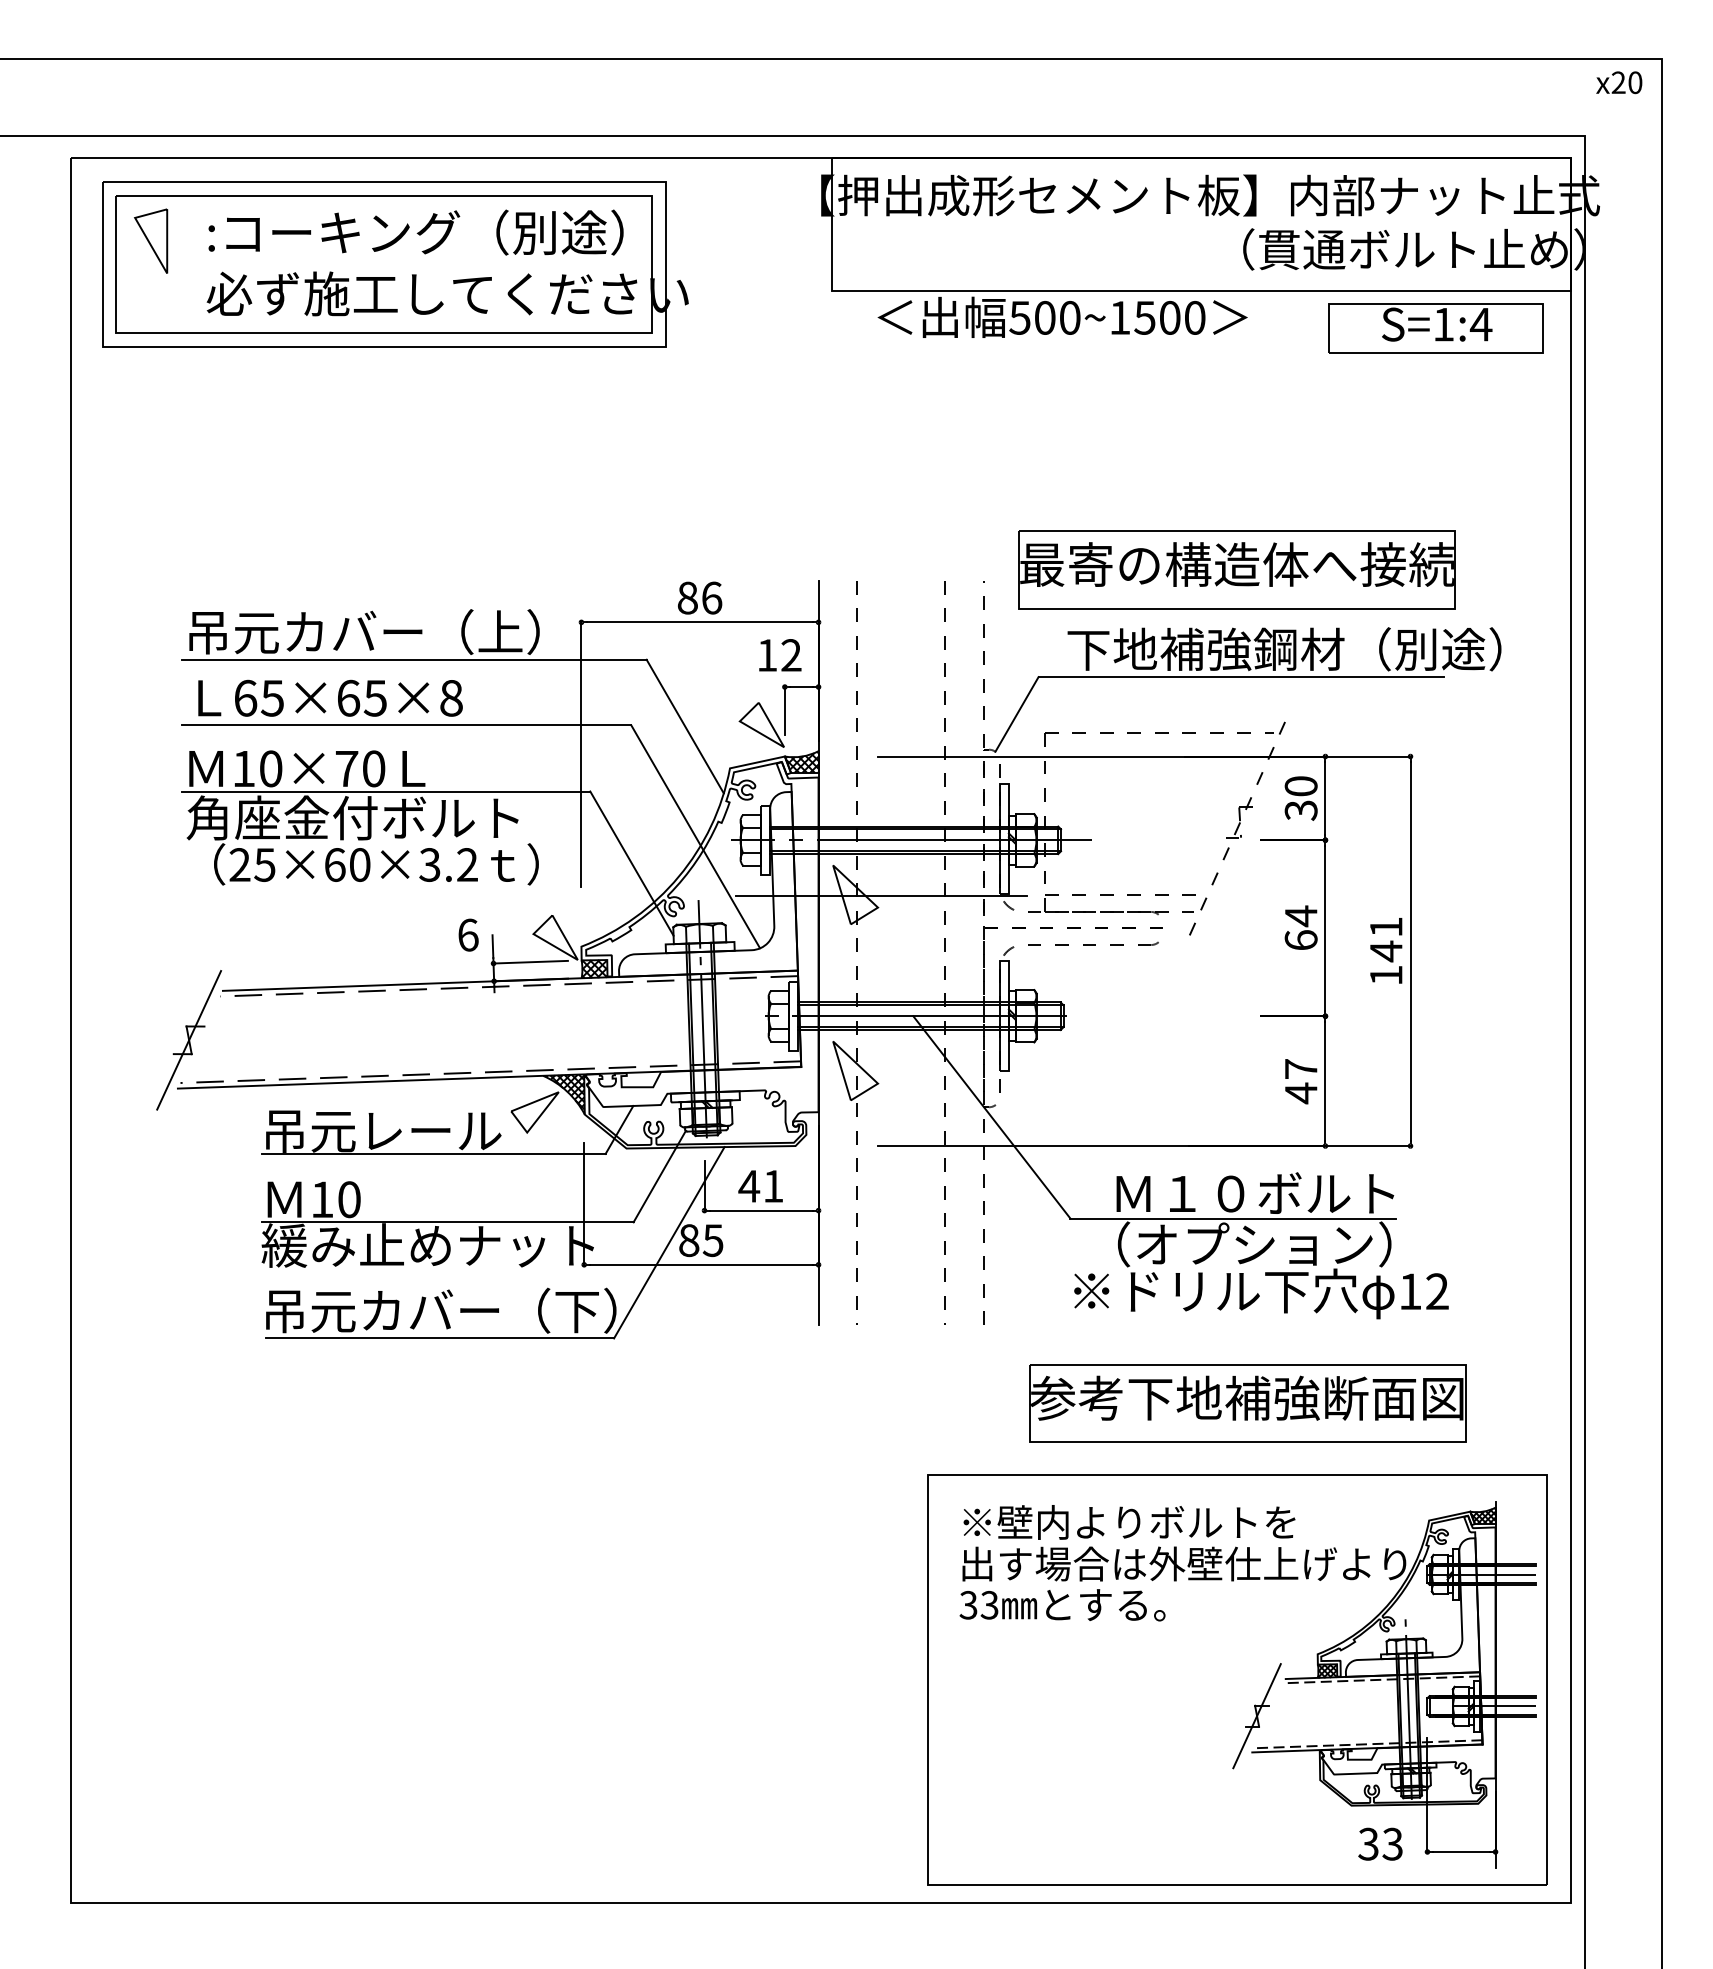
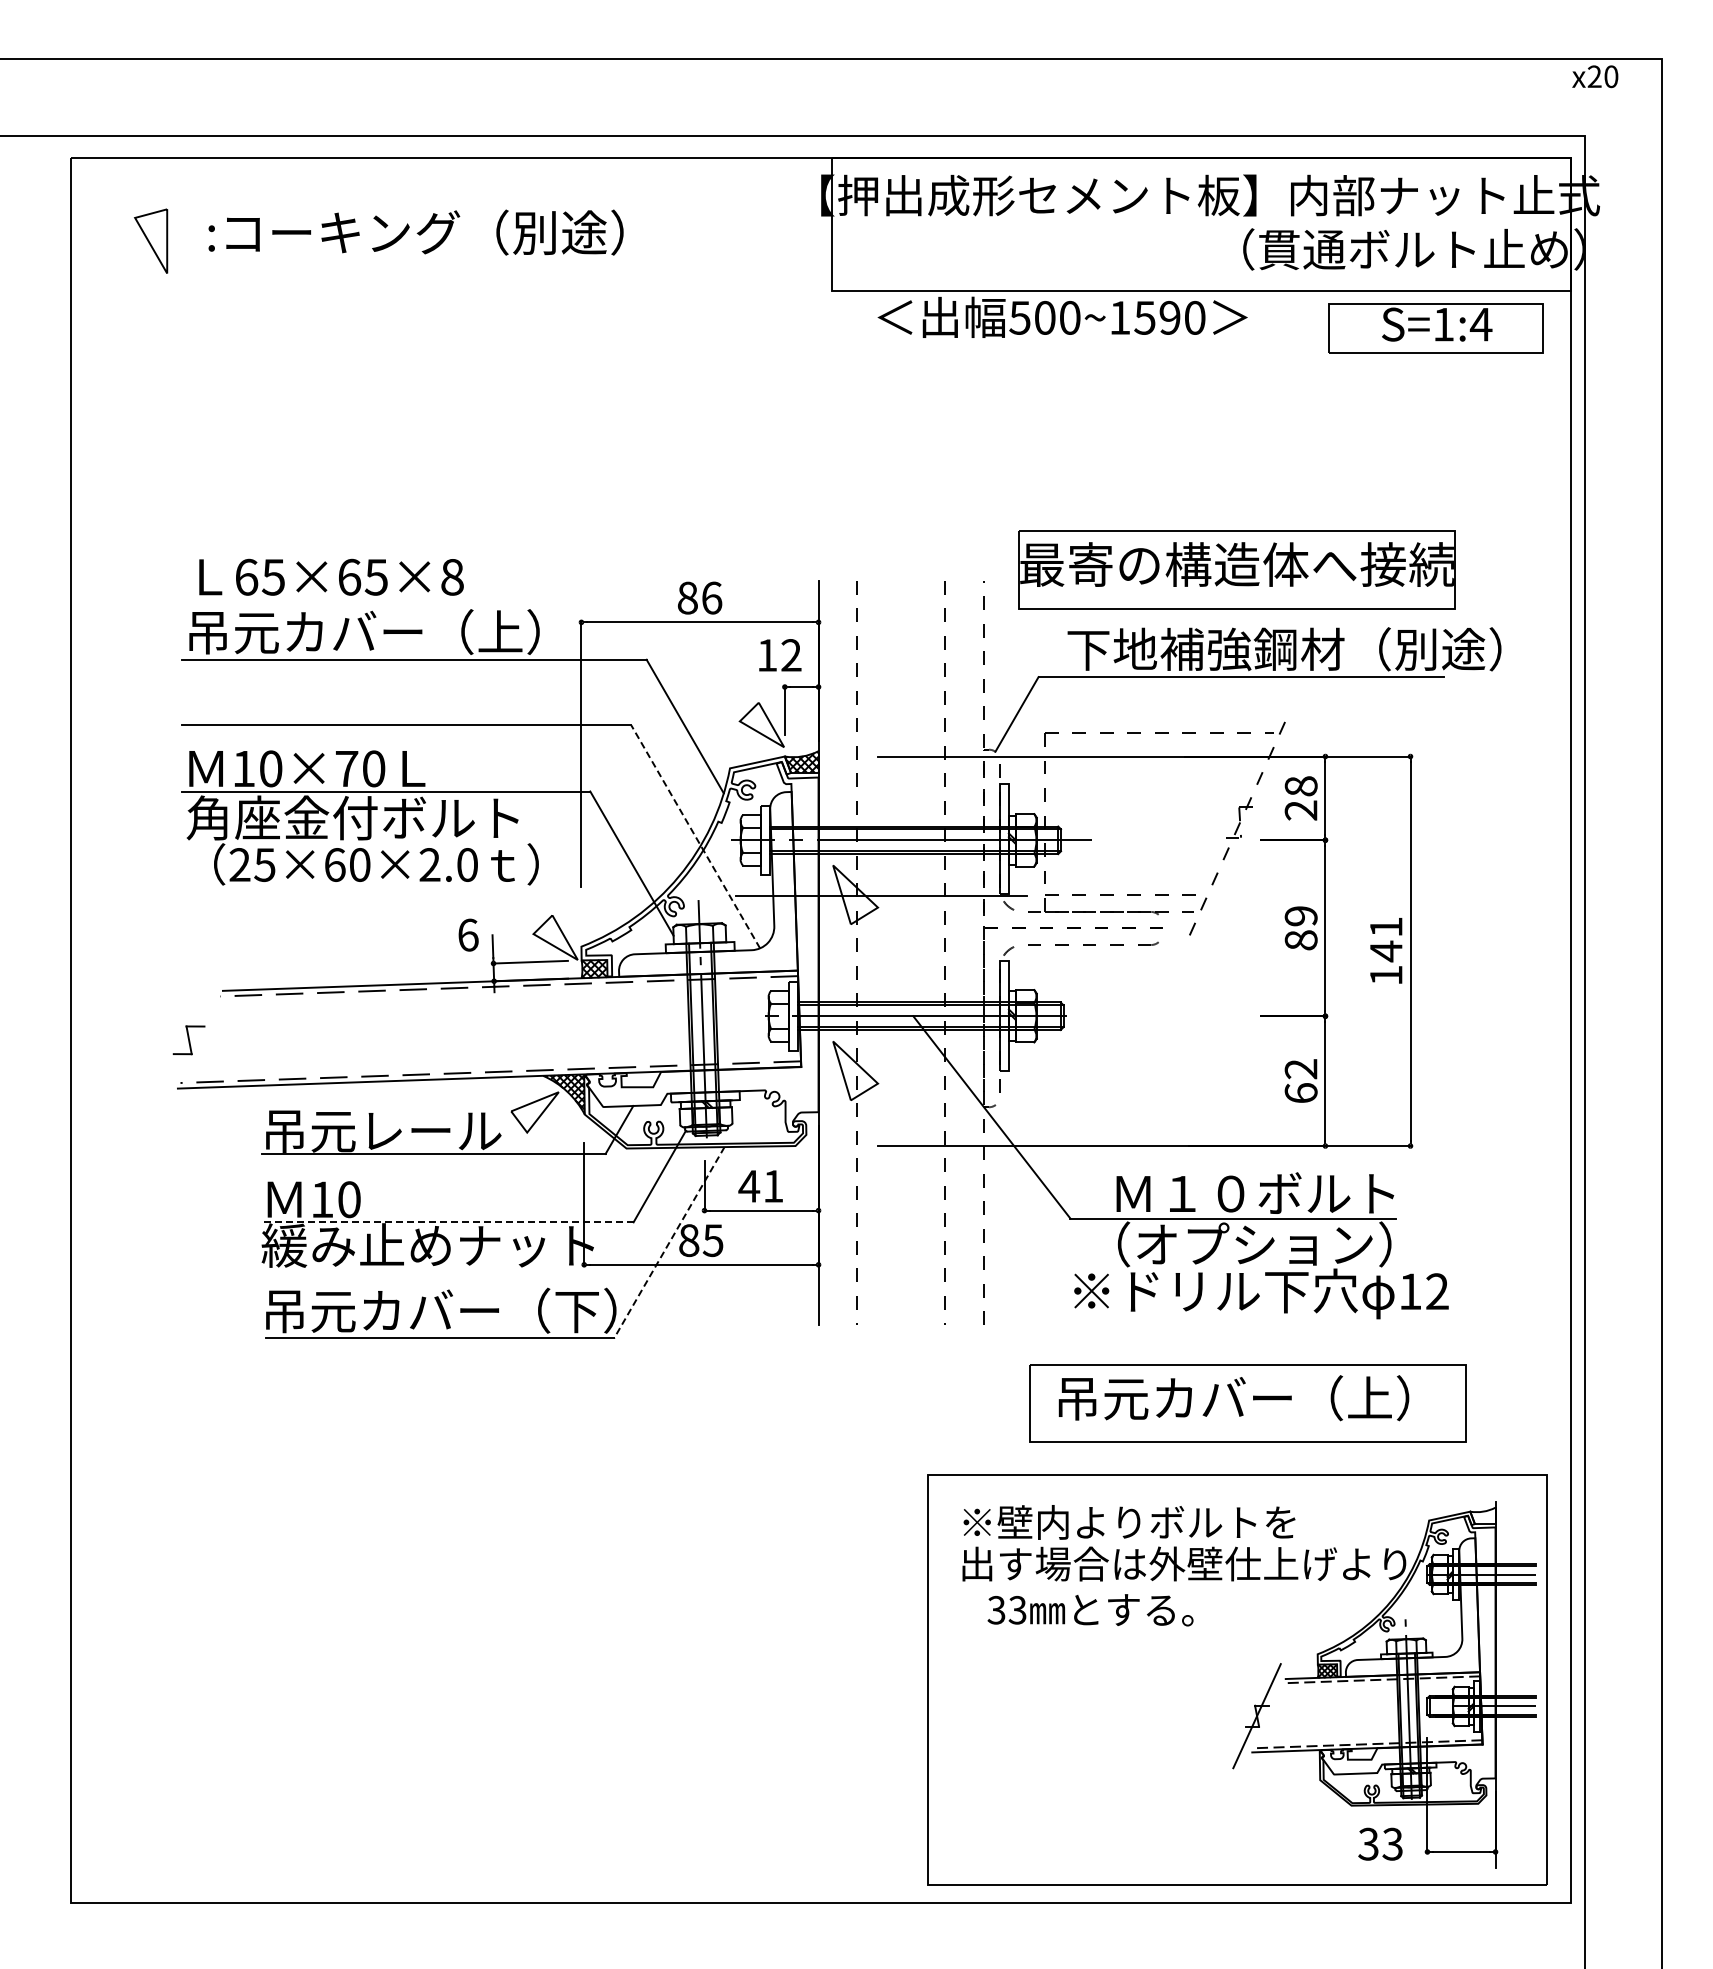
text at (1619, 82) position: (1619, 82) -> (1595, 76)
part at (395, 264): present -> none
text at (1169, 317): 500~1500 -> 500~1590
text at (330, 697) position: (330, 697) -> (331, 576)
text at (1300, 798): 30 -> 28
line at (695, 836): solid -> dashed
text at (448, 864): 25×60×3.2 -> 25×60×2.0
text at (1300, 927): 64 -> 89
line at (189, 1040): present -> none
text at (1300, 1081): 47 -> 62
line at (447, 1222): solid -> dashed
line at (669, 1243): solid -> dashed
text at (1247, 1398): 参考下地補強断面図 -> 吊元カバー（上）
hatch at (1482, 1515): present -> none
text at (1062, 1605) position: (1062, 1605) -> (1090, 1610)
